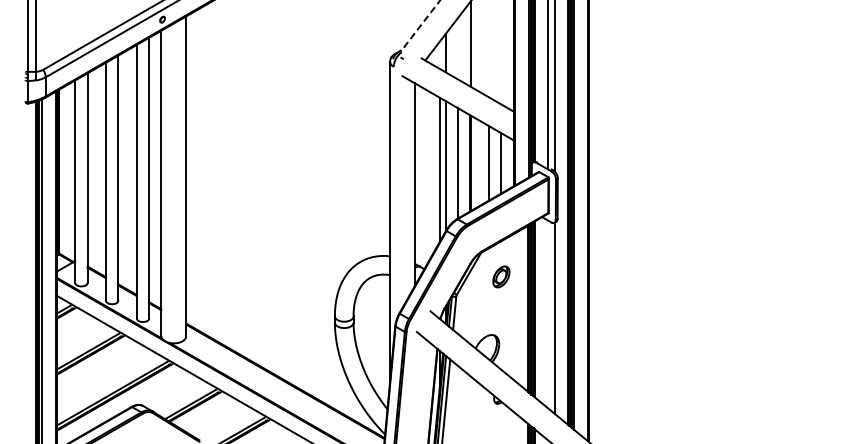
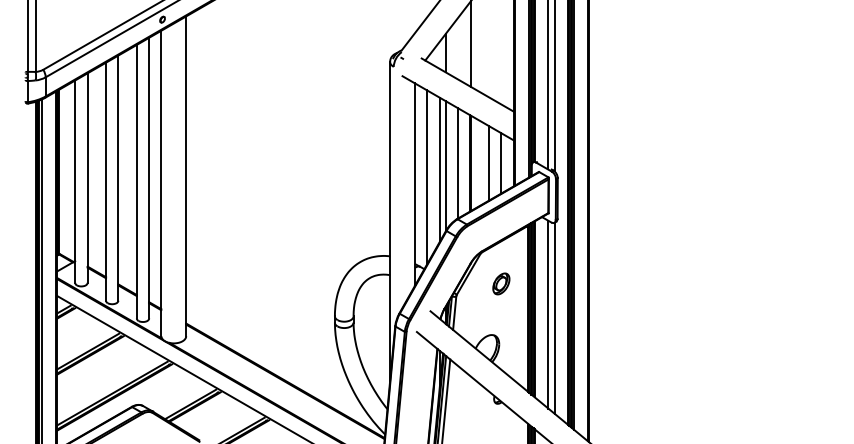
line at (420, 25): dashed -> solid
line at (427, 177): none -> present
part at (501, 276) position: (501, 276) -> (501, 283)
line at (548, 314): none -> present
